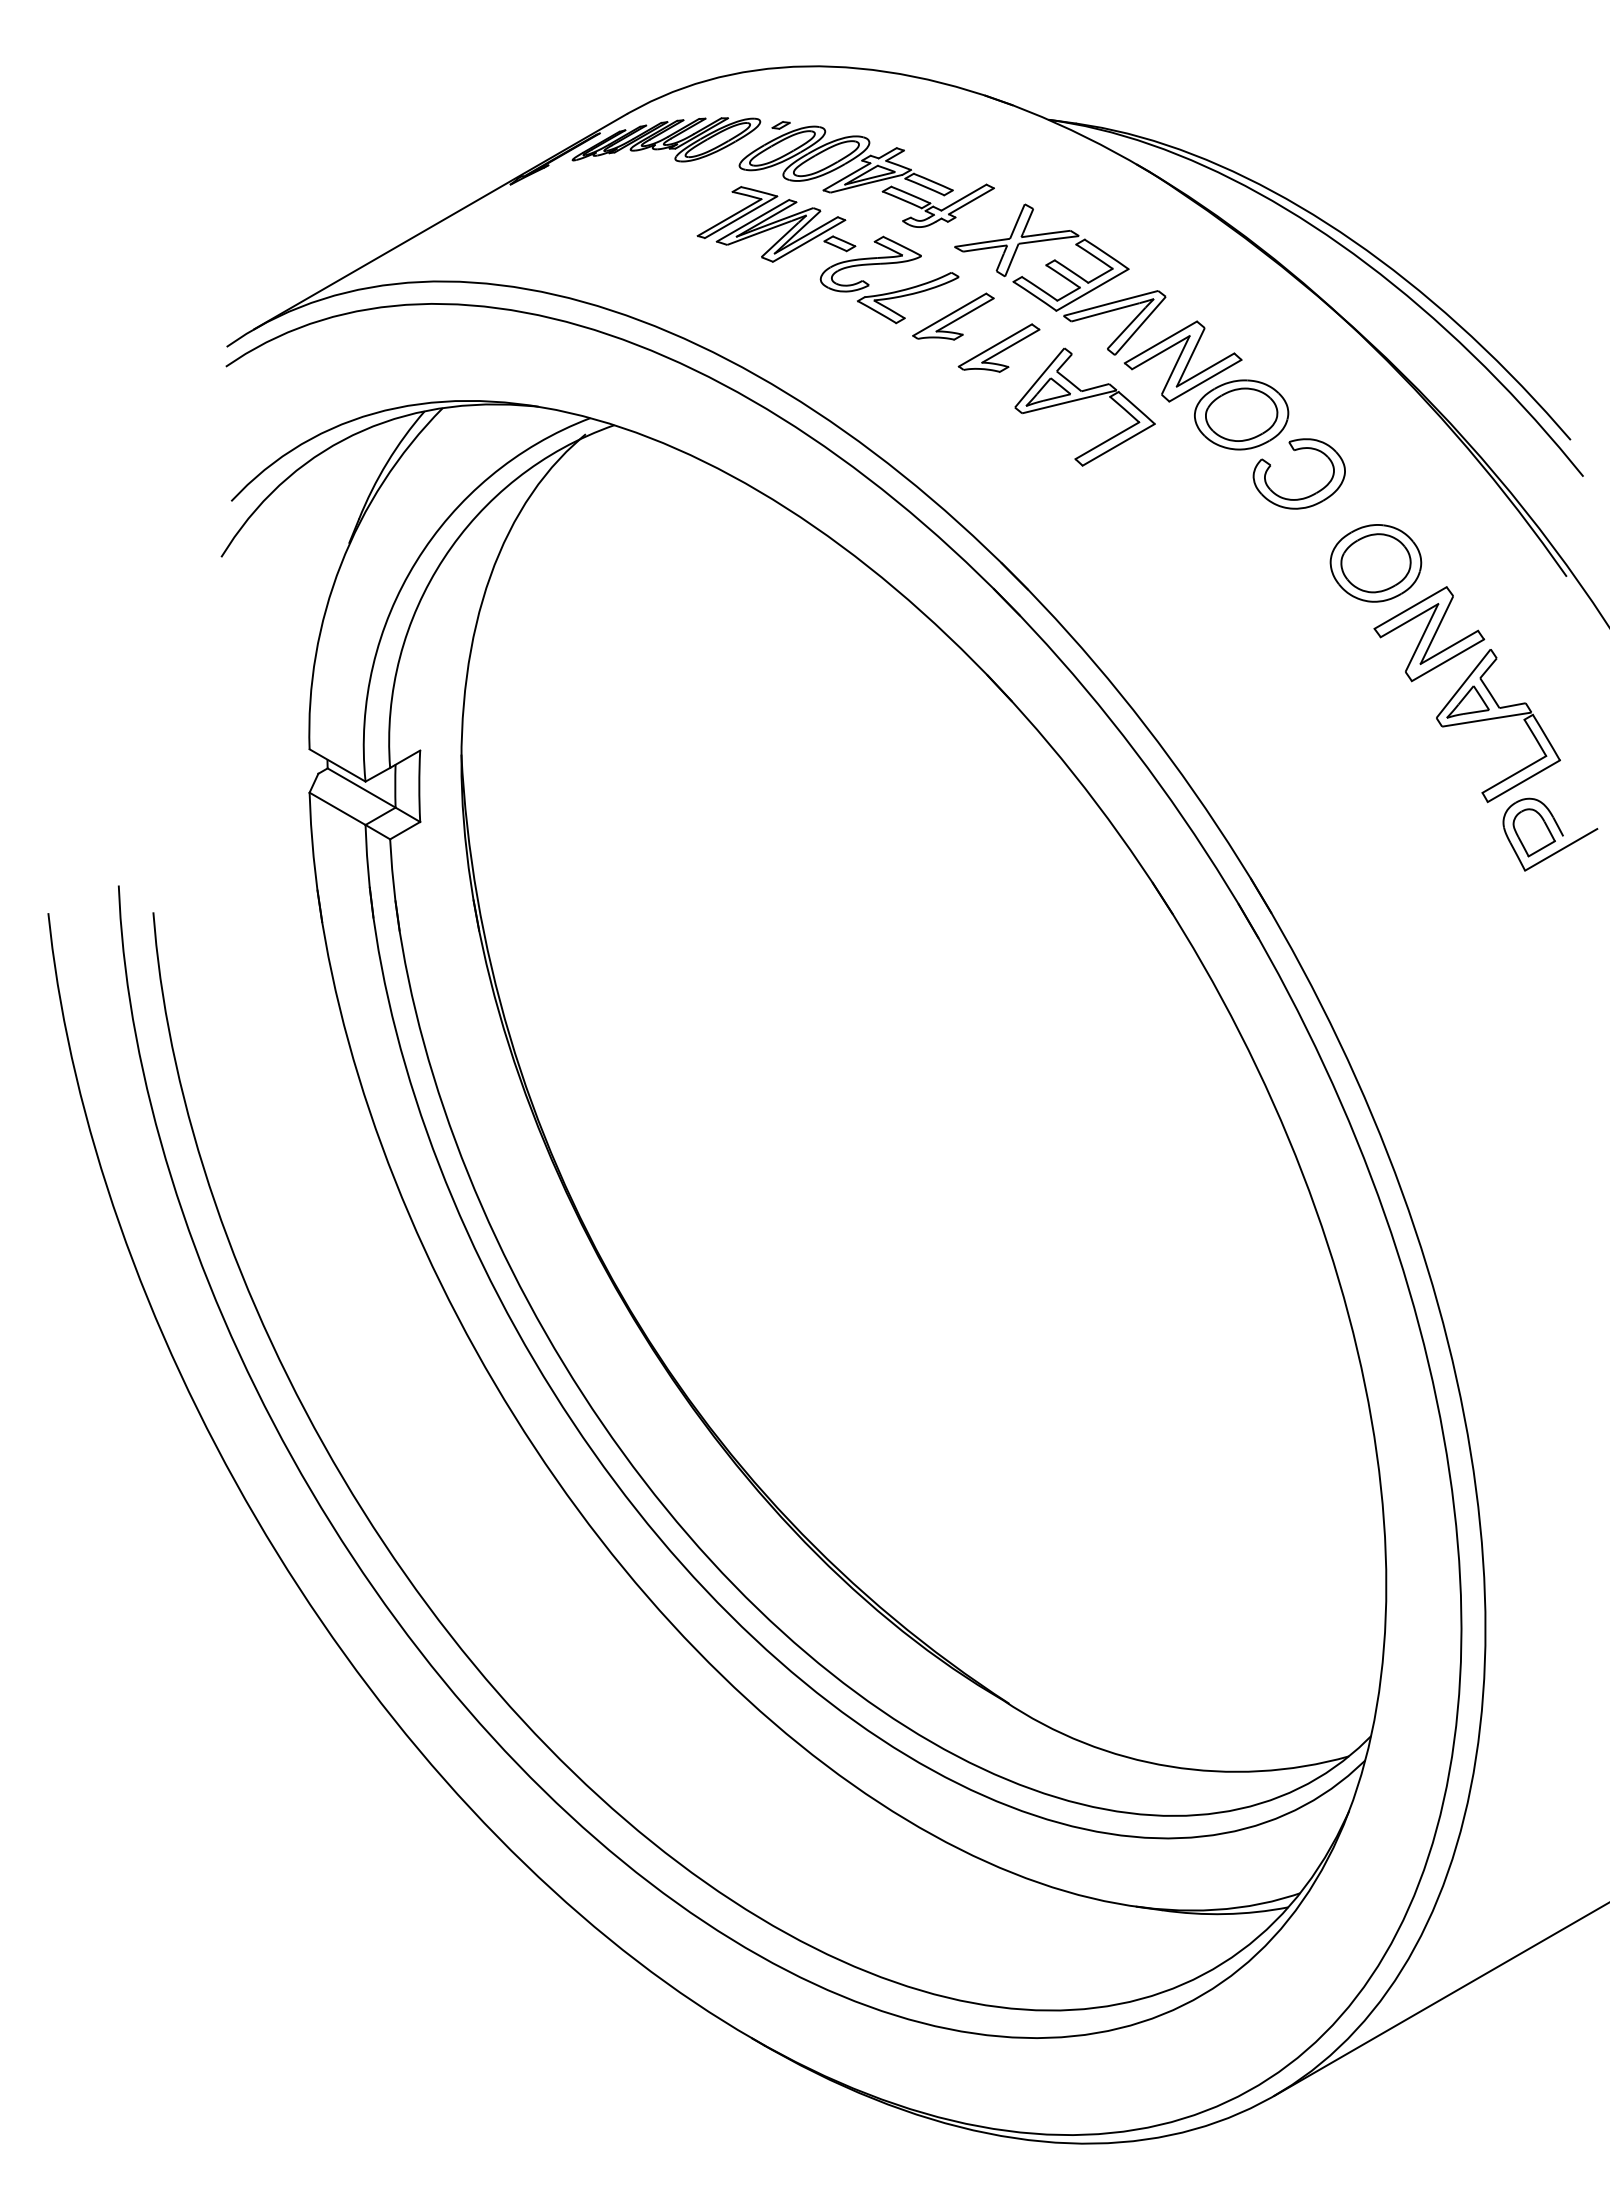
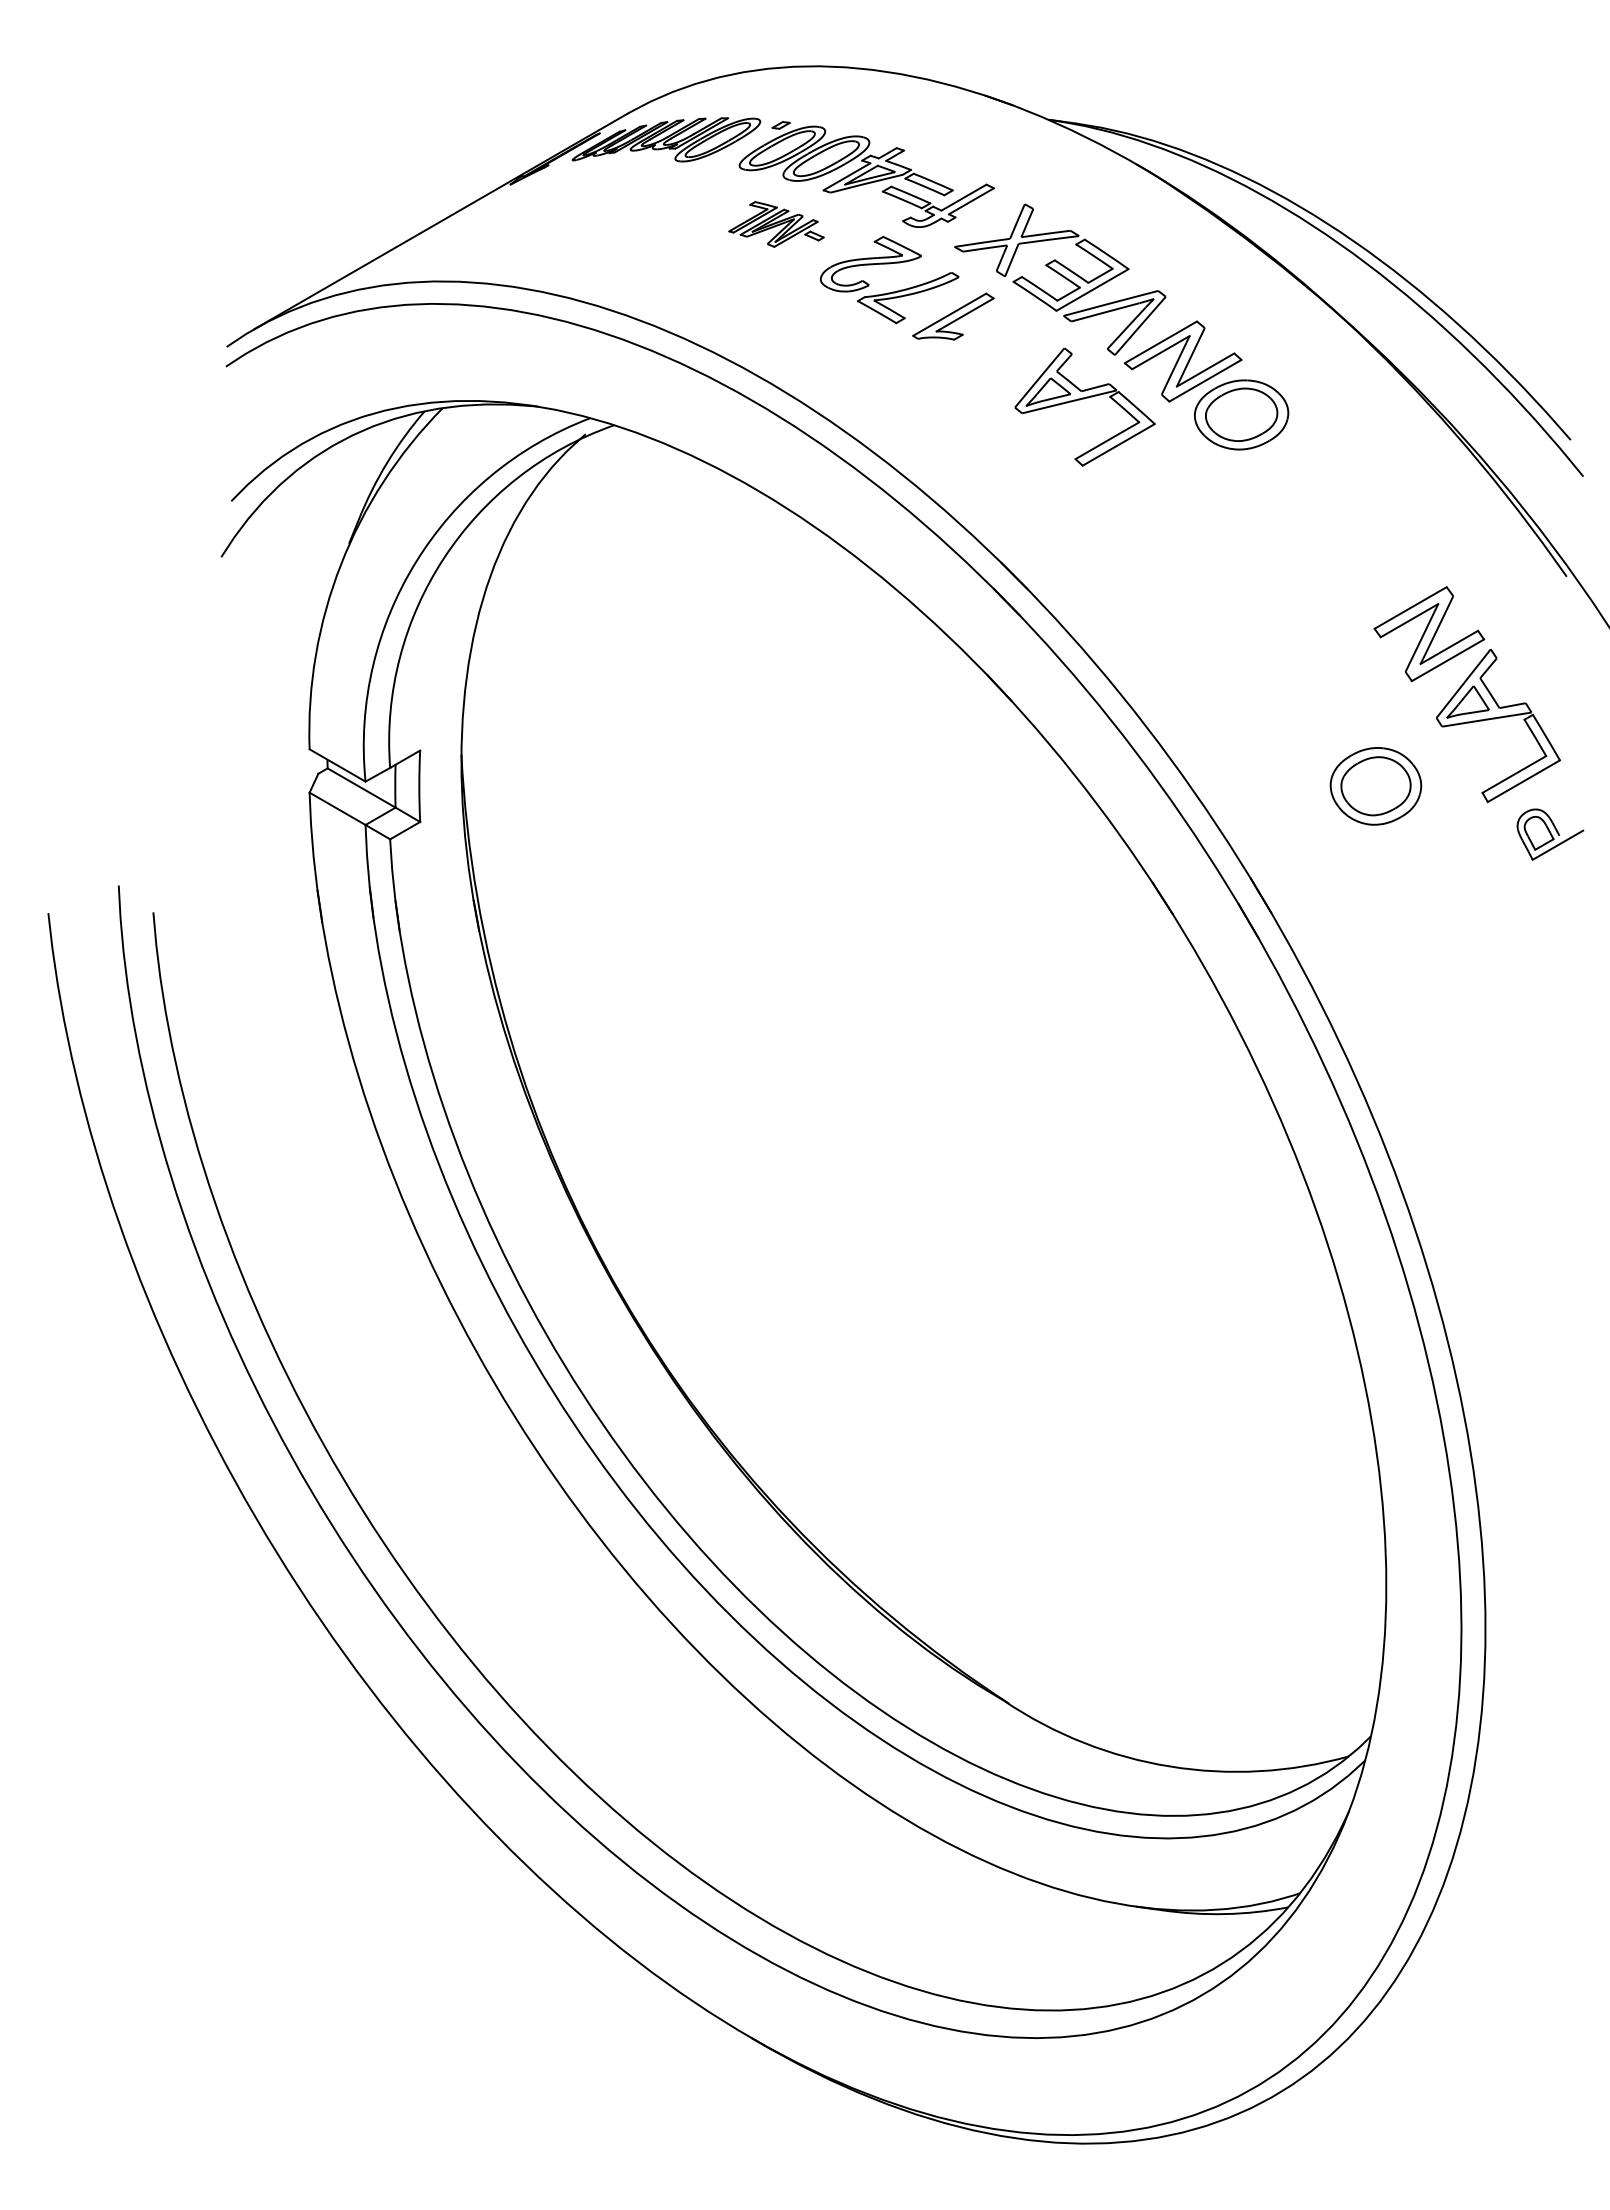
part at (776, 224) size: 161x77 px -> 97x47 px
part at (998, 347): present -> none
part at (1294, 451): present -> none
part at (1375, 563) position: (1375, 563) -> (1375, 786)
part at (1550, 834) size: 97x75 px -> 69x53 px
line at (1440, 1999): present -> none
